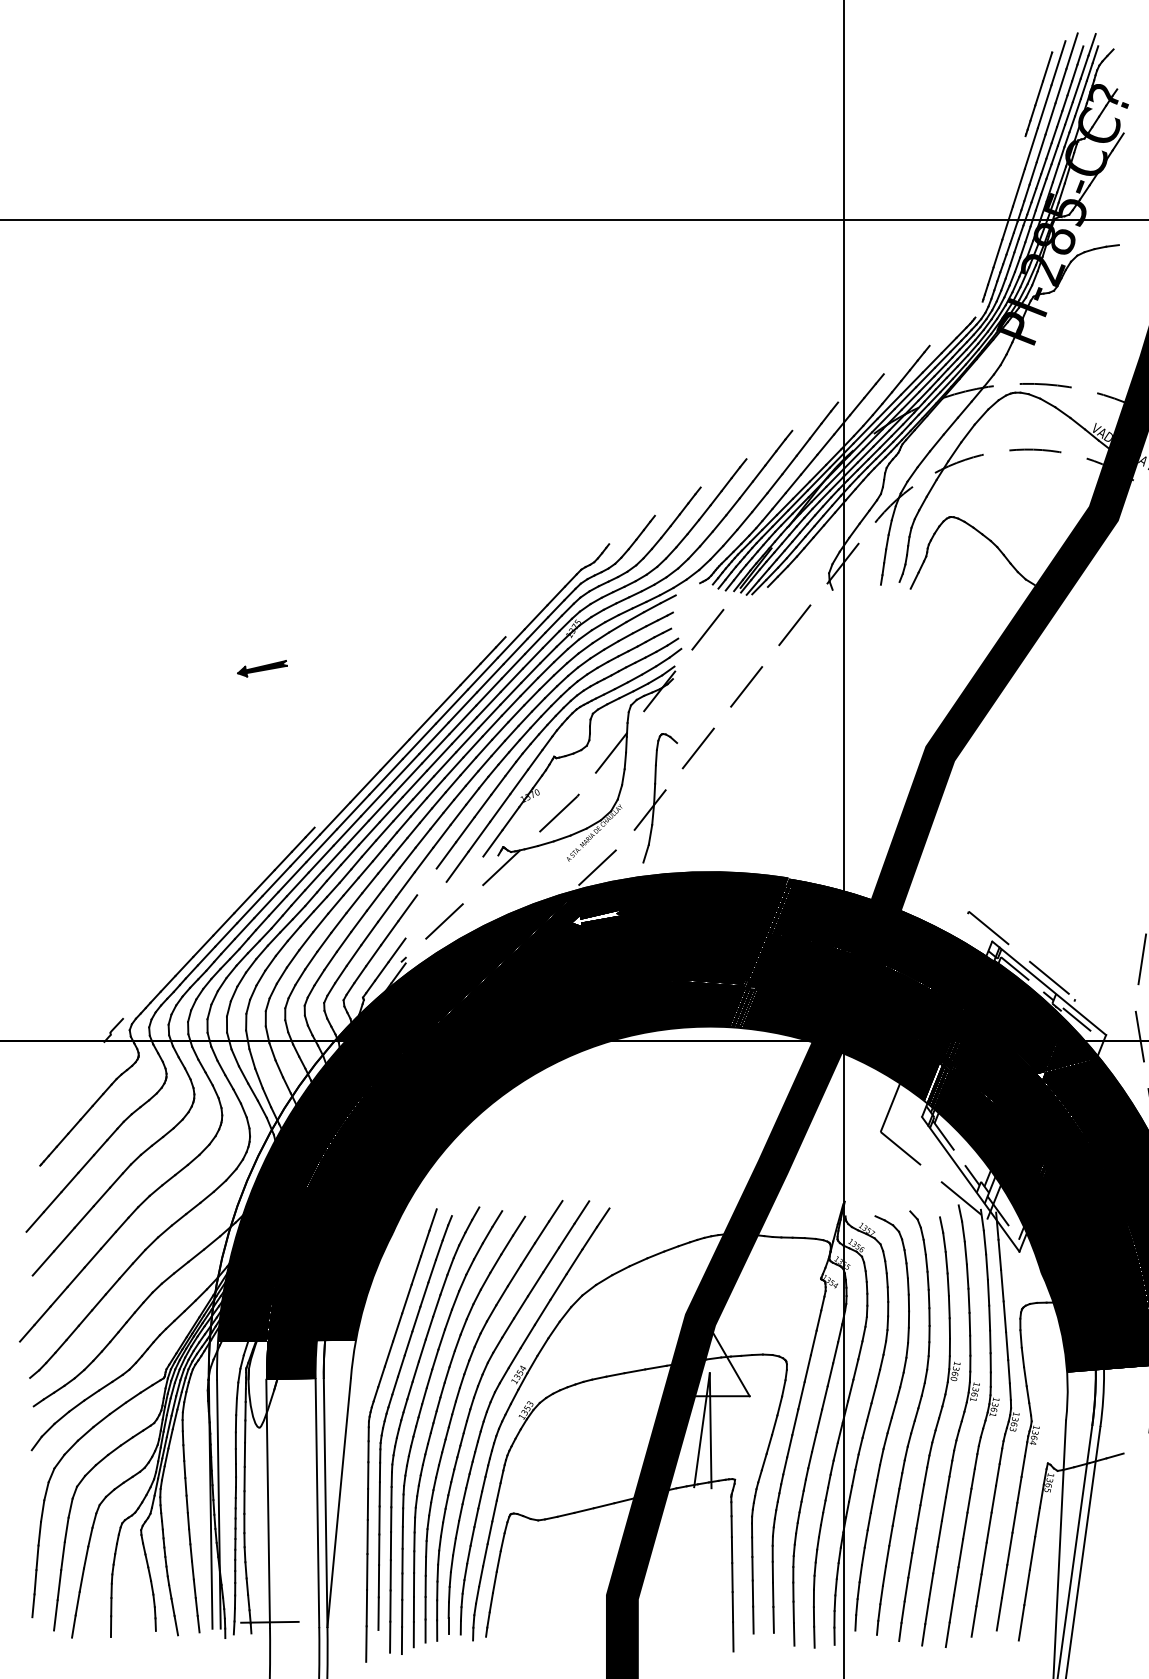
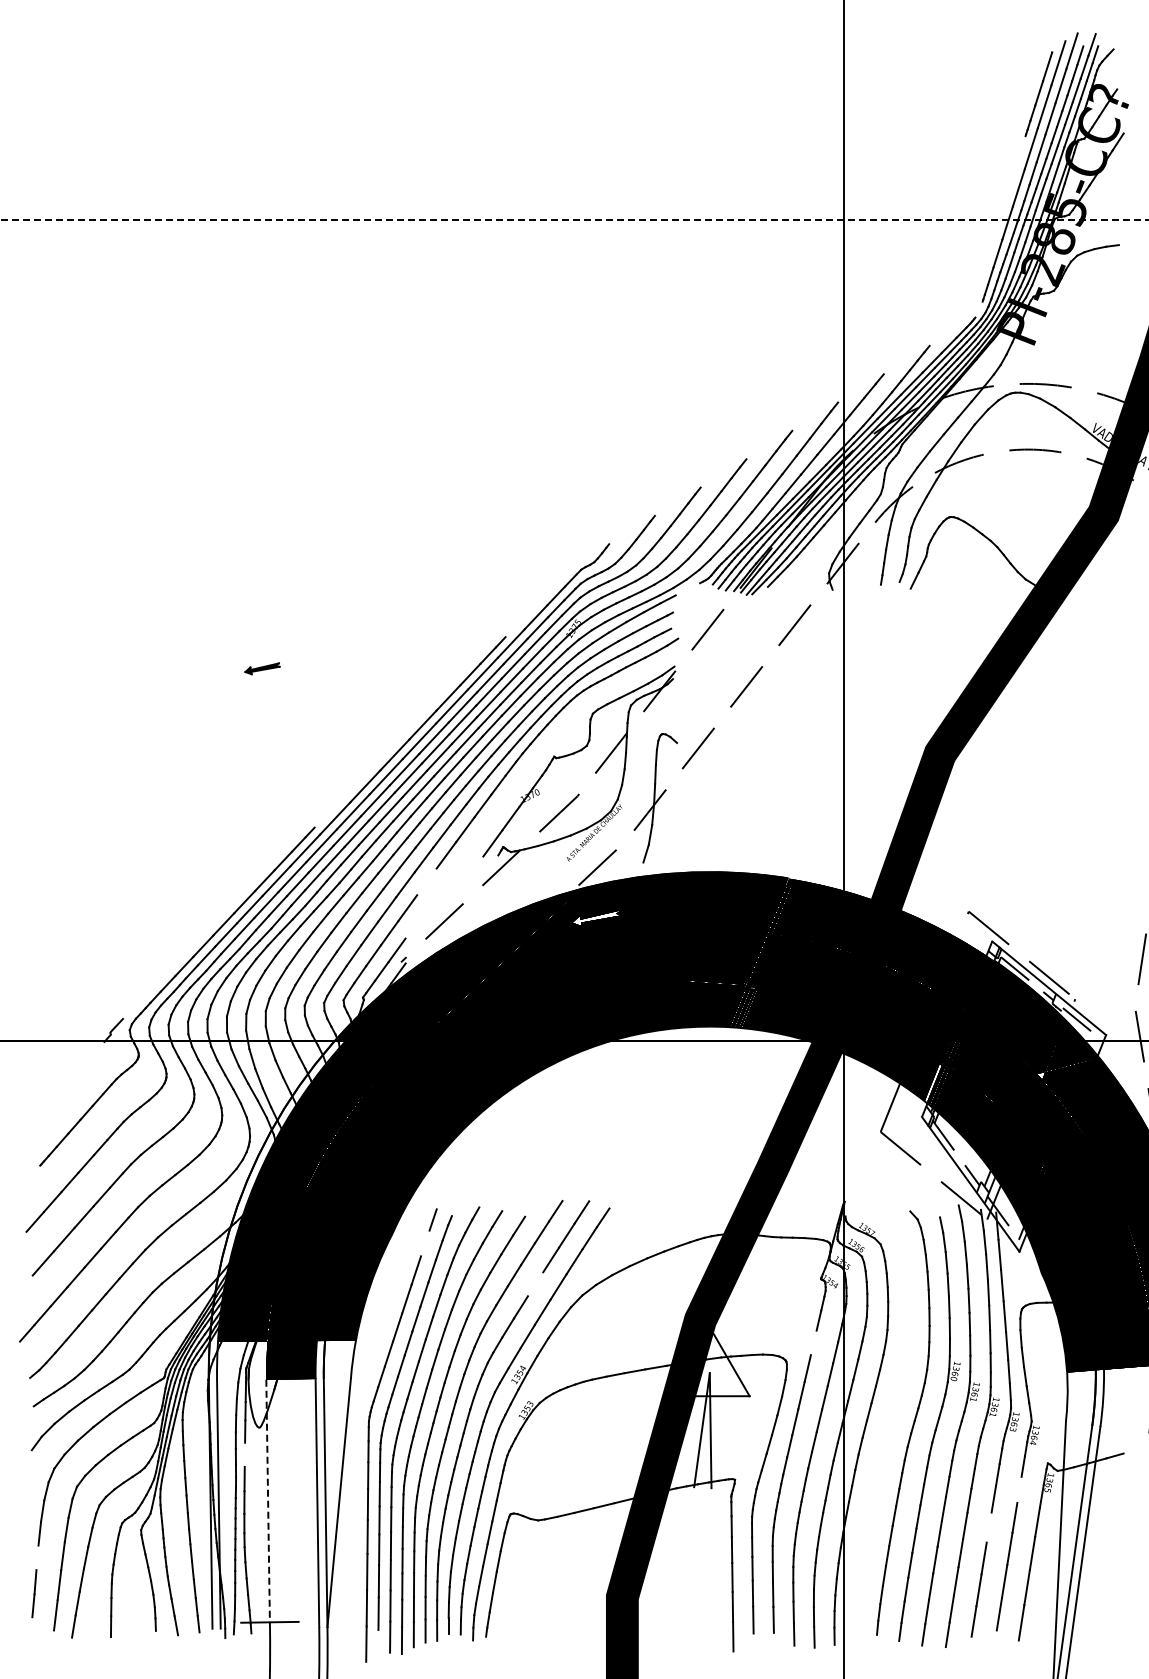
line at (575, 219): solid -> dashed
part at (262, 668) size: 51x18 px -> 37x14 px
part at (543, 750): present -> none
line at (425, 1243): present -> none
line at (535, 1284): present -> none
line at (813, 1342): present -> none
part at (888, 1425): present -> none
line at (244, 1454): present -> none
line at (1019, 1489): present -> none
line at (268, 1504): solid -> dashed
line at (988, 1527): present -> none
line at (37, 1557): present -> none
